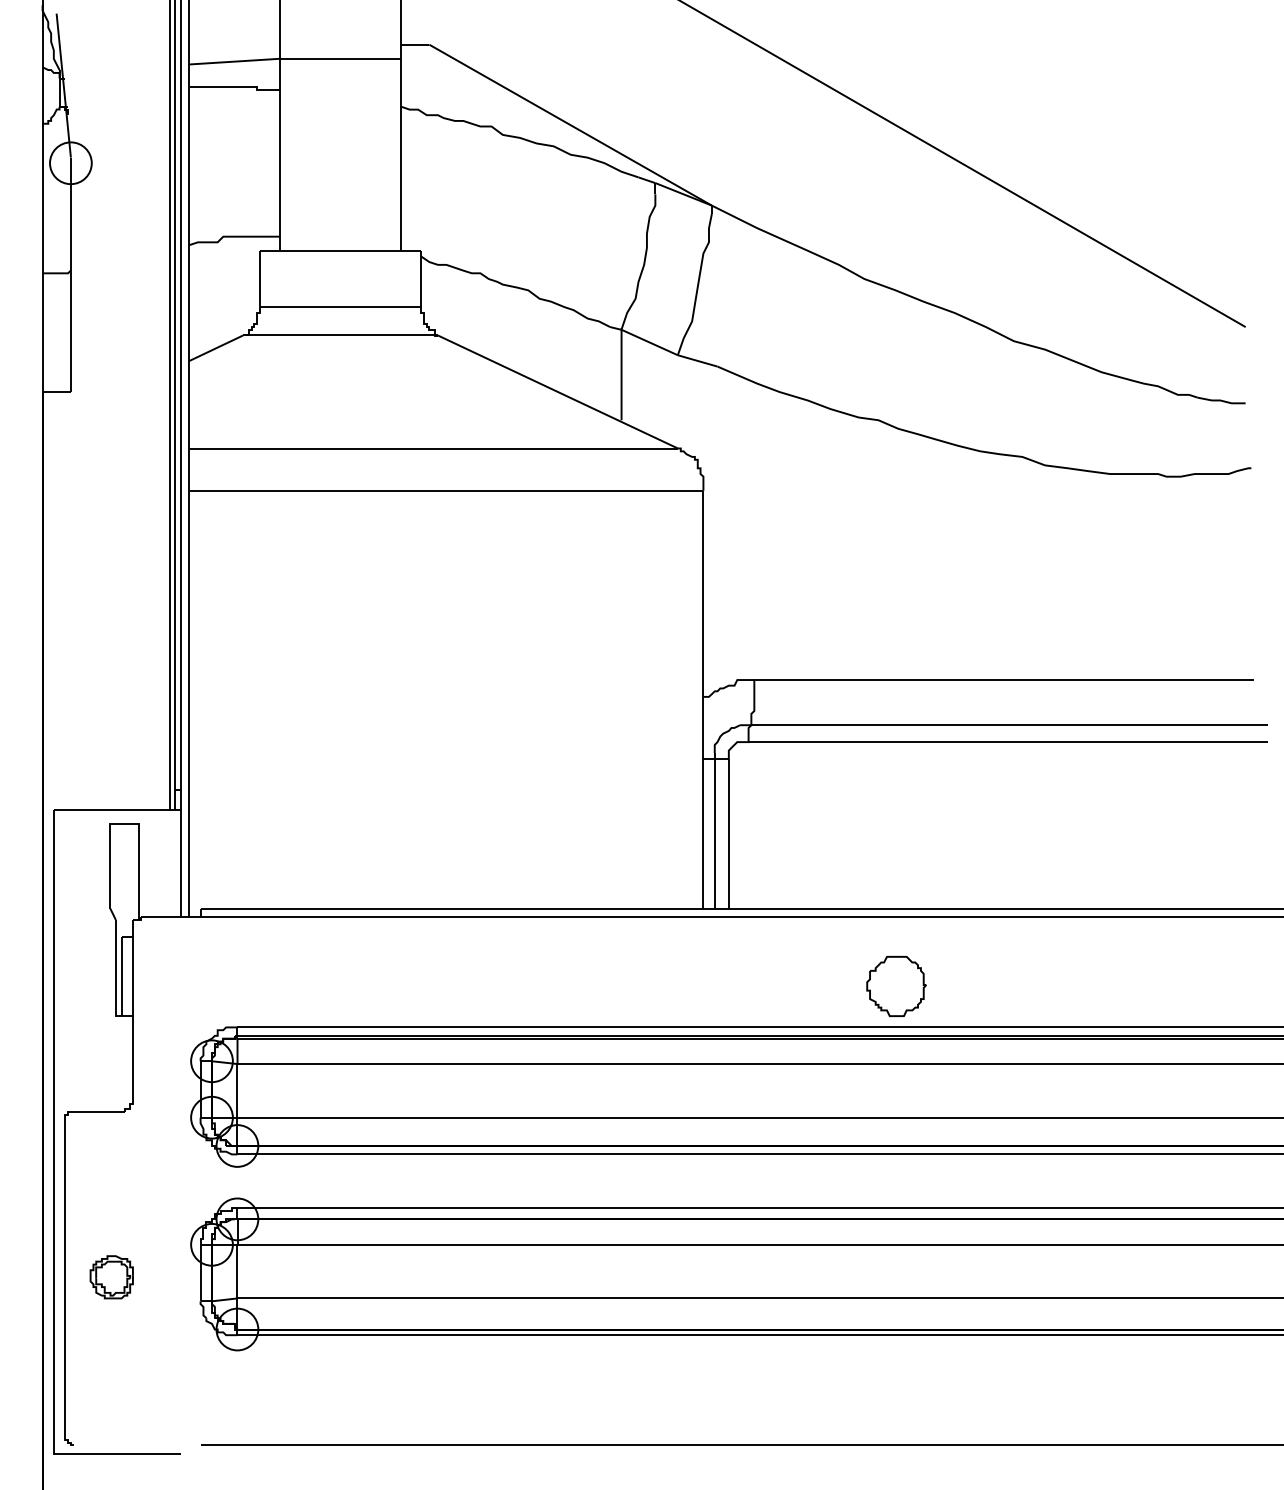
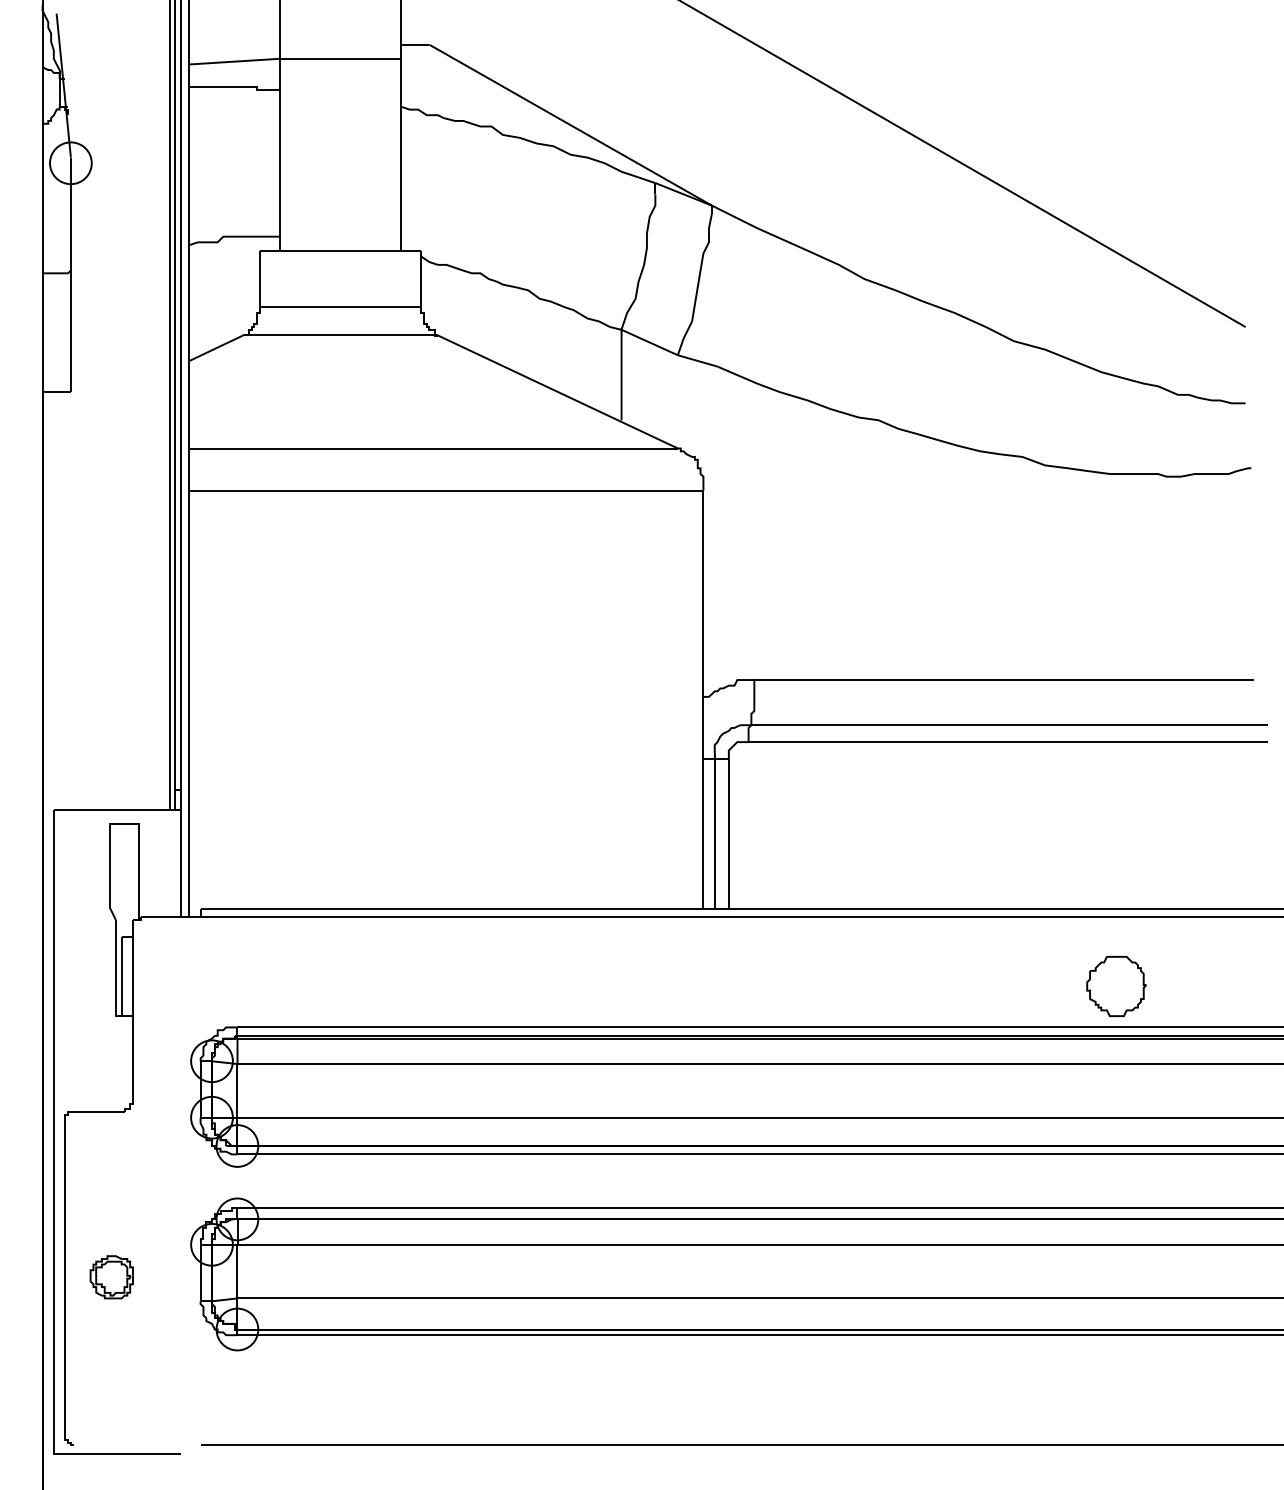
part at (896, 986) position: (896, 986) -> (1116, 986)
